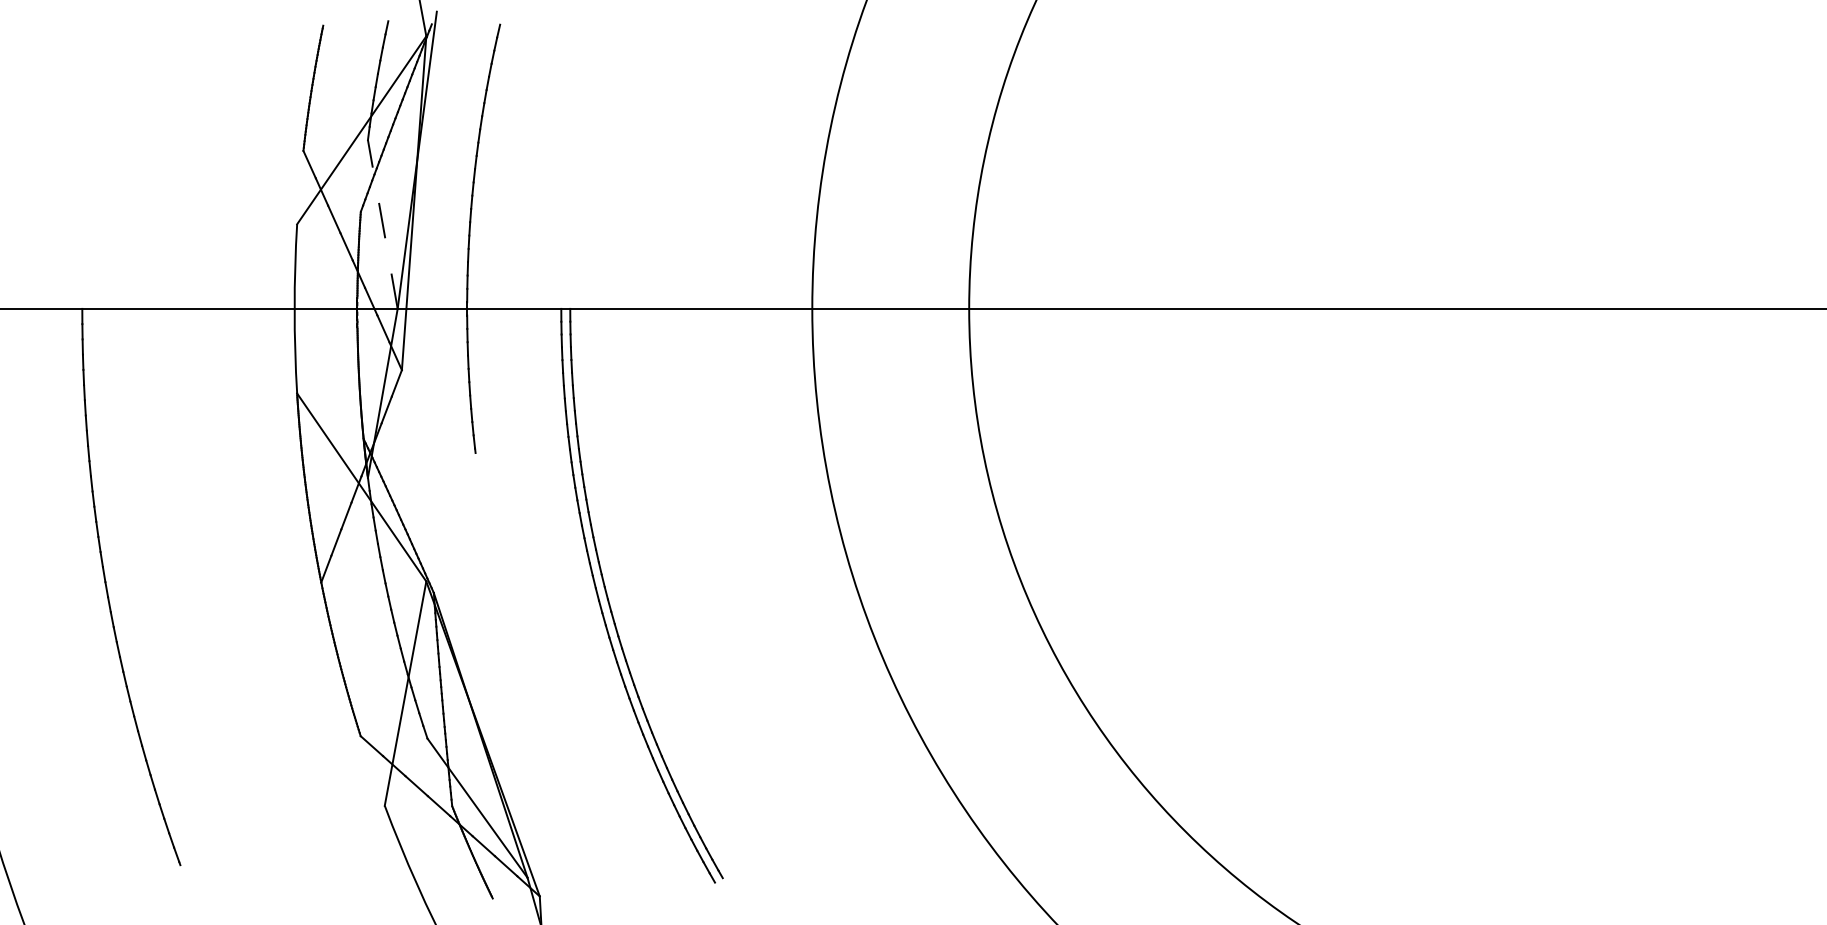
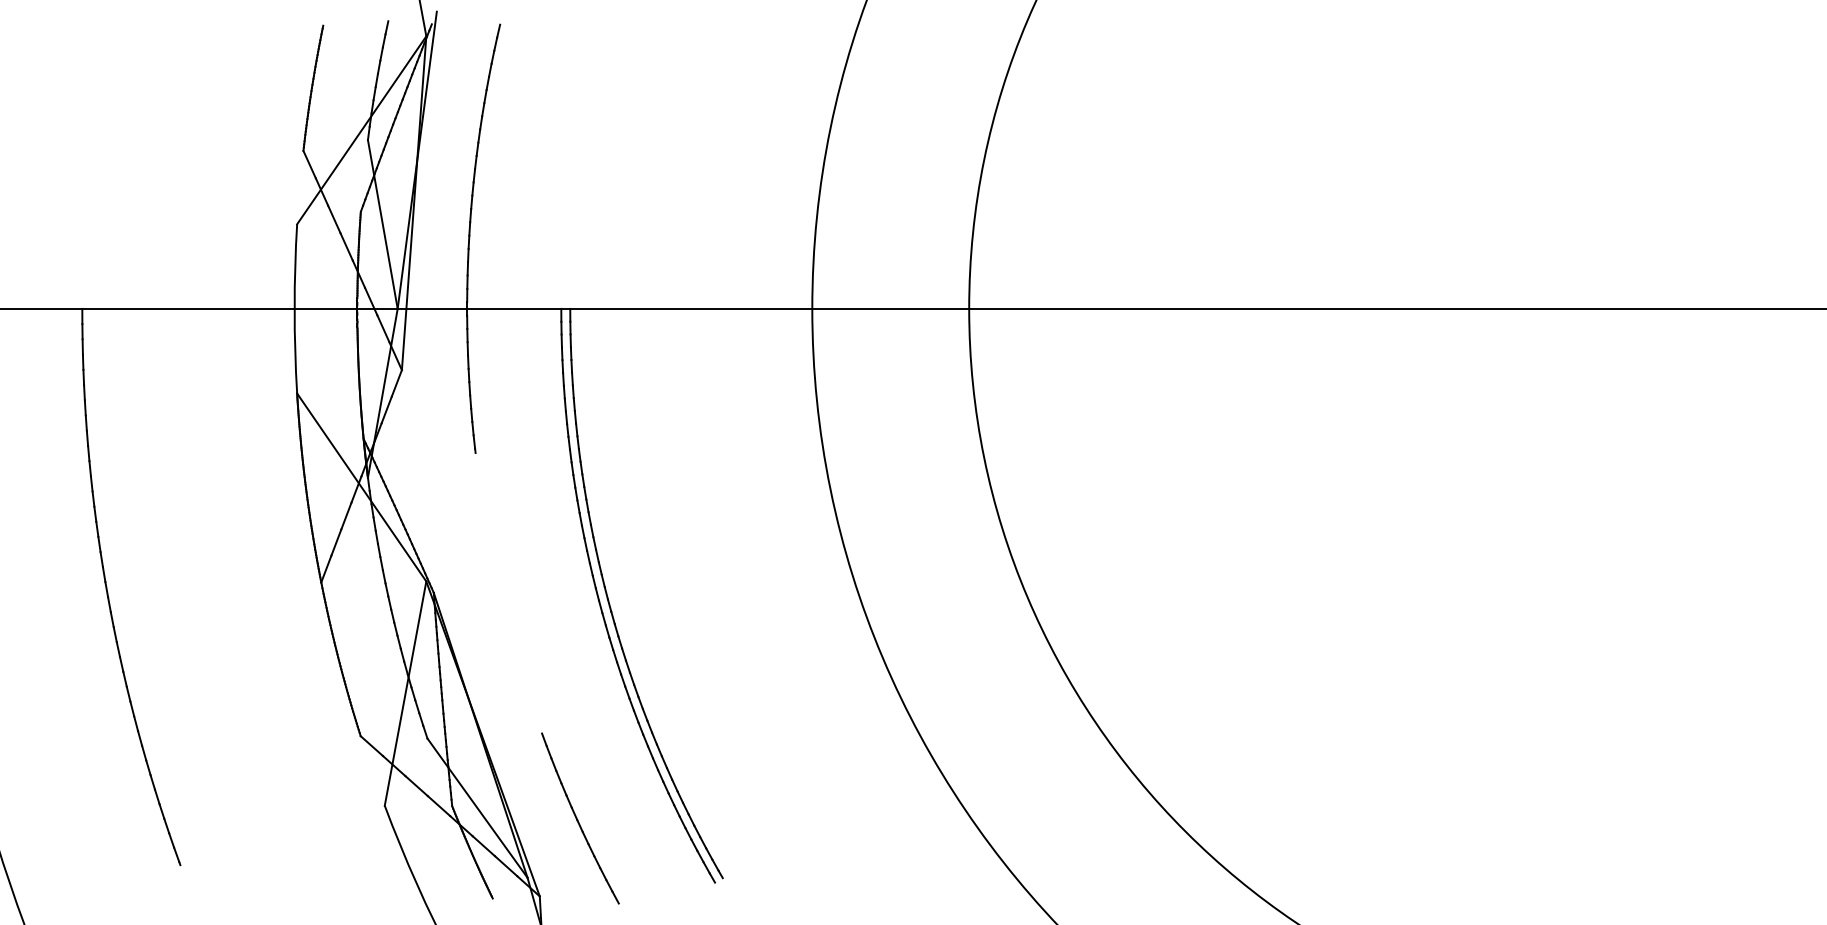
line at (382, 224): dashed -> solid
part at (580, 818): none -> present
